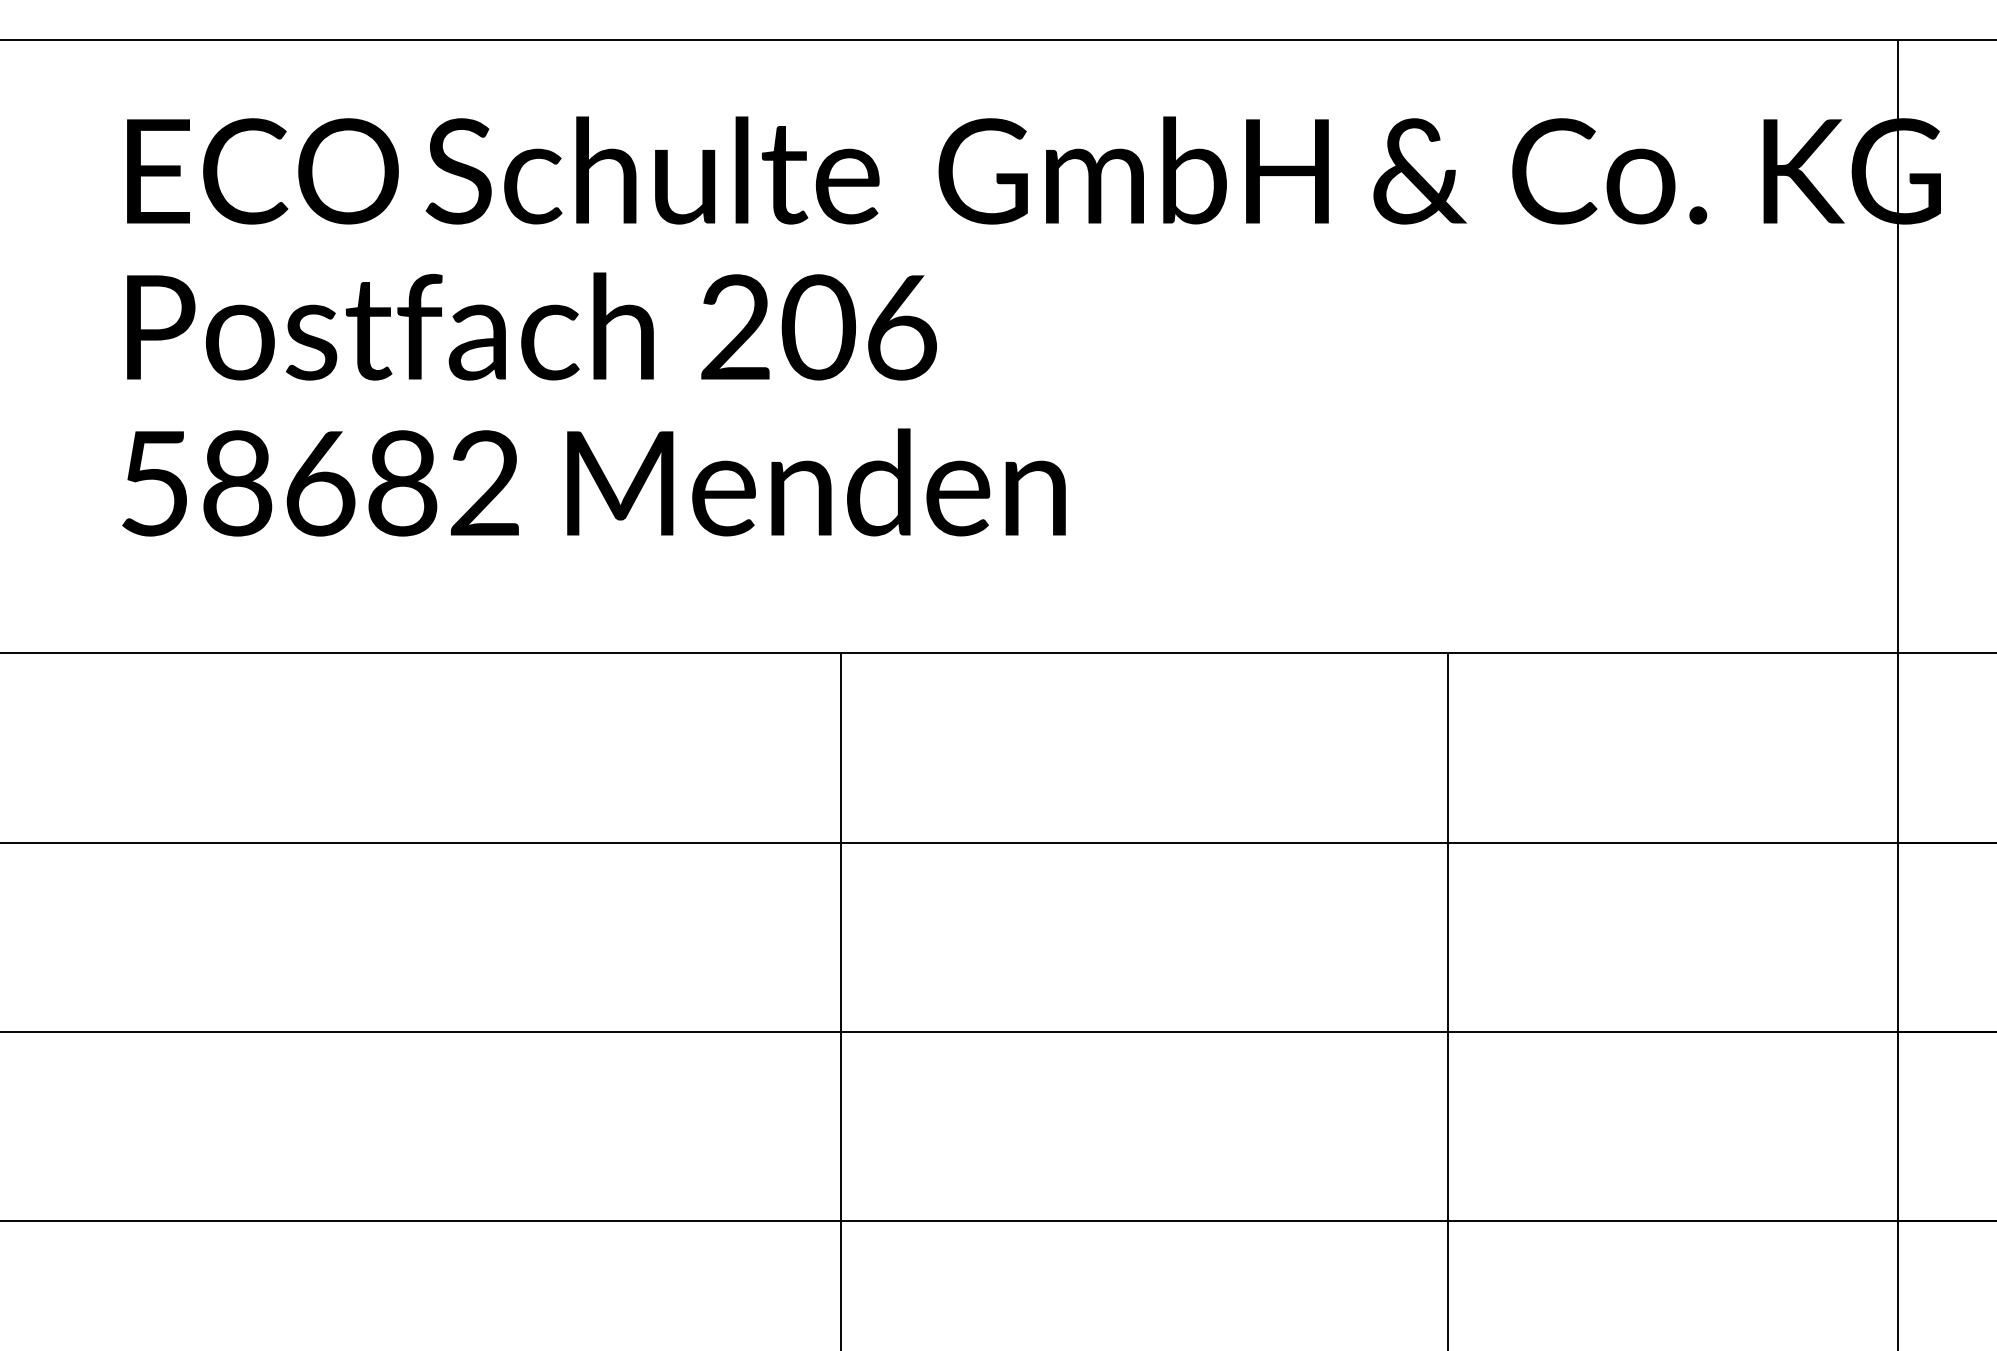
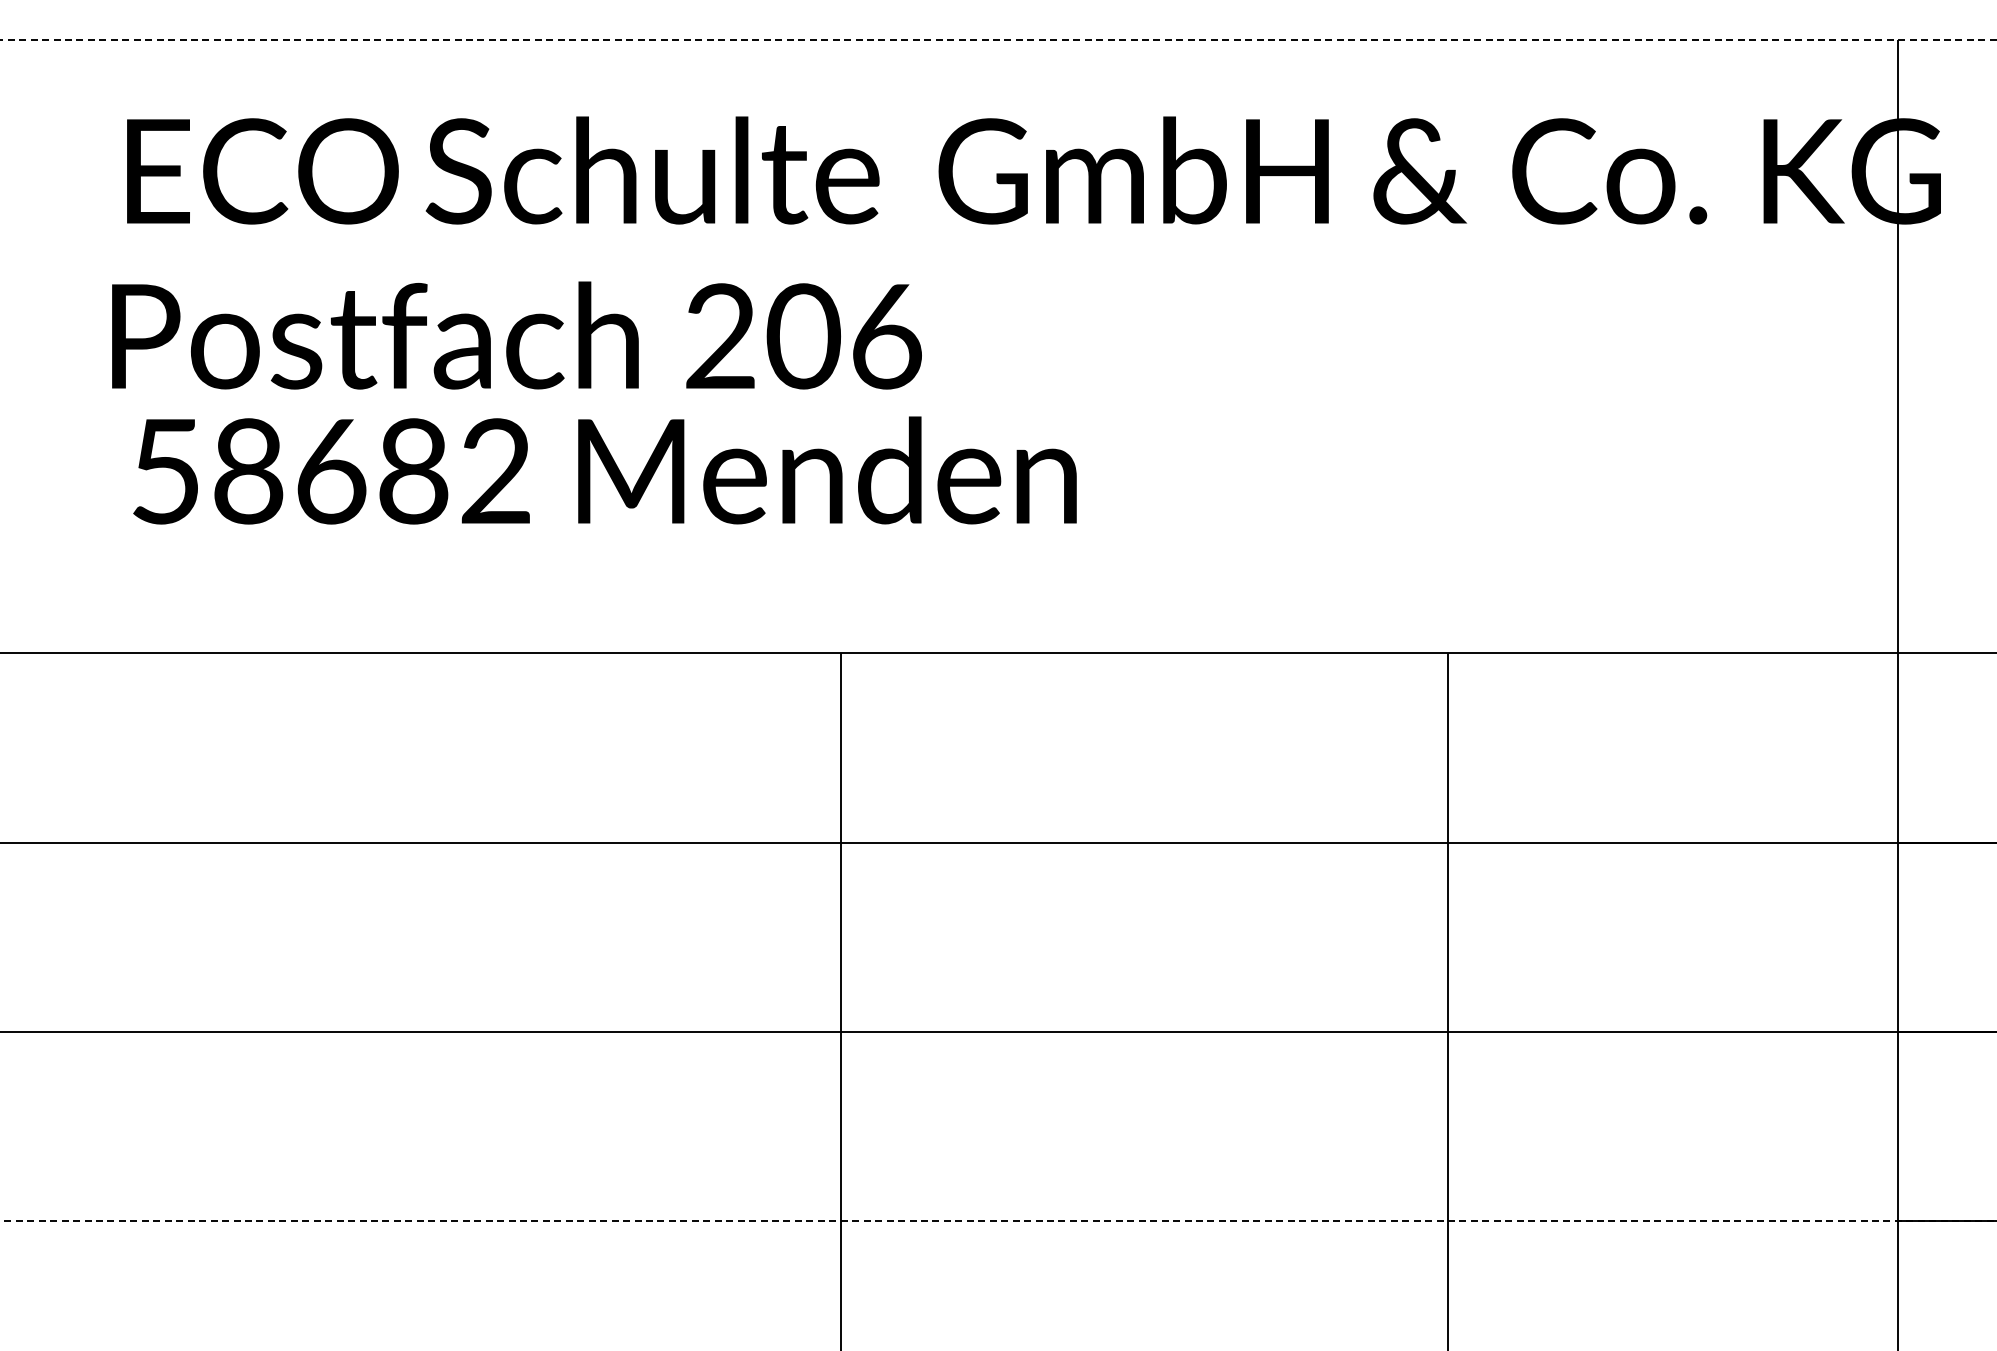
line at (998, 40): solid -> dashed
text at (531, 326) position: (531, 326) -> (516, 335)
text at (593, 482) position: (593, 482) -> (604, 470)
line at (998, 1221): solid -> dashed
